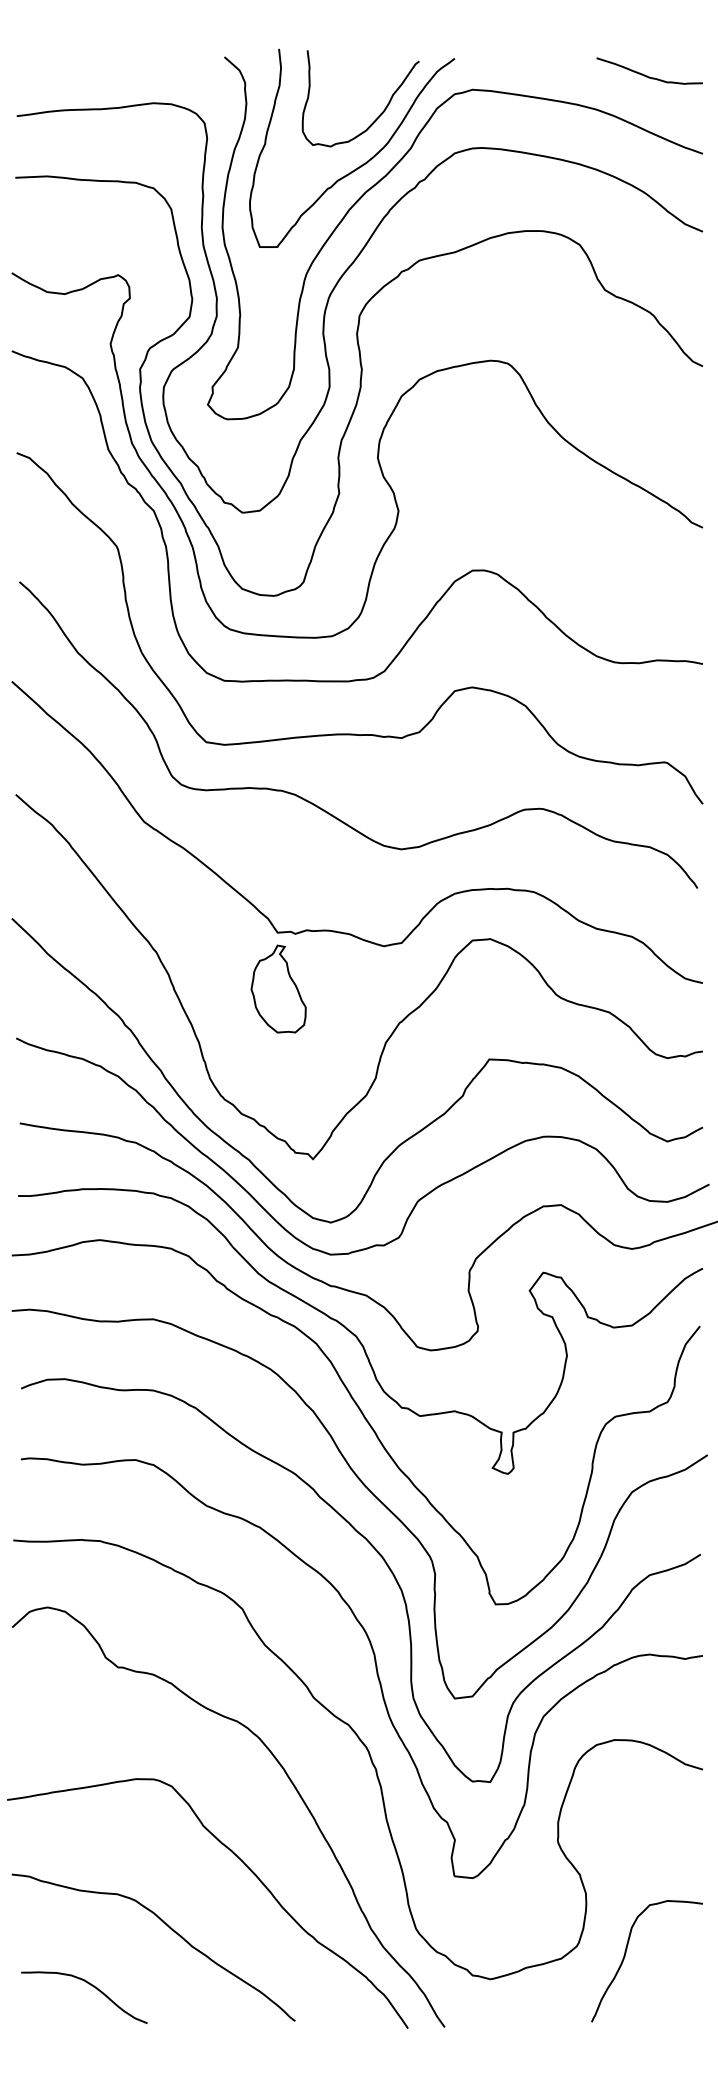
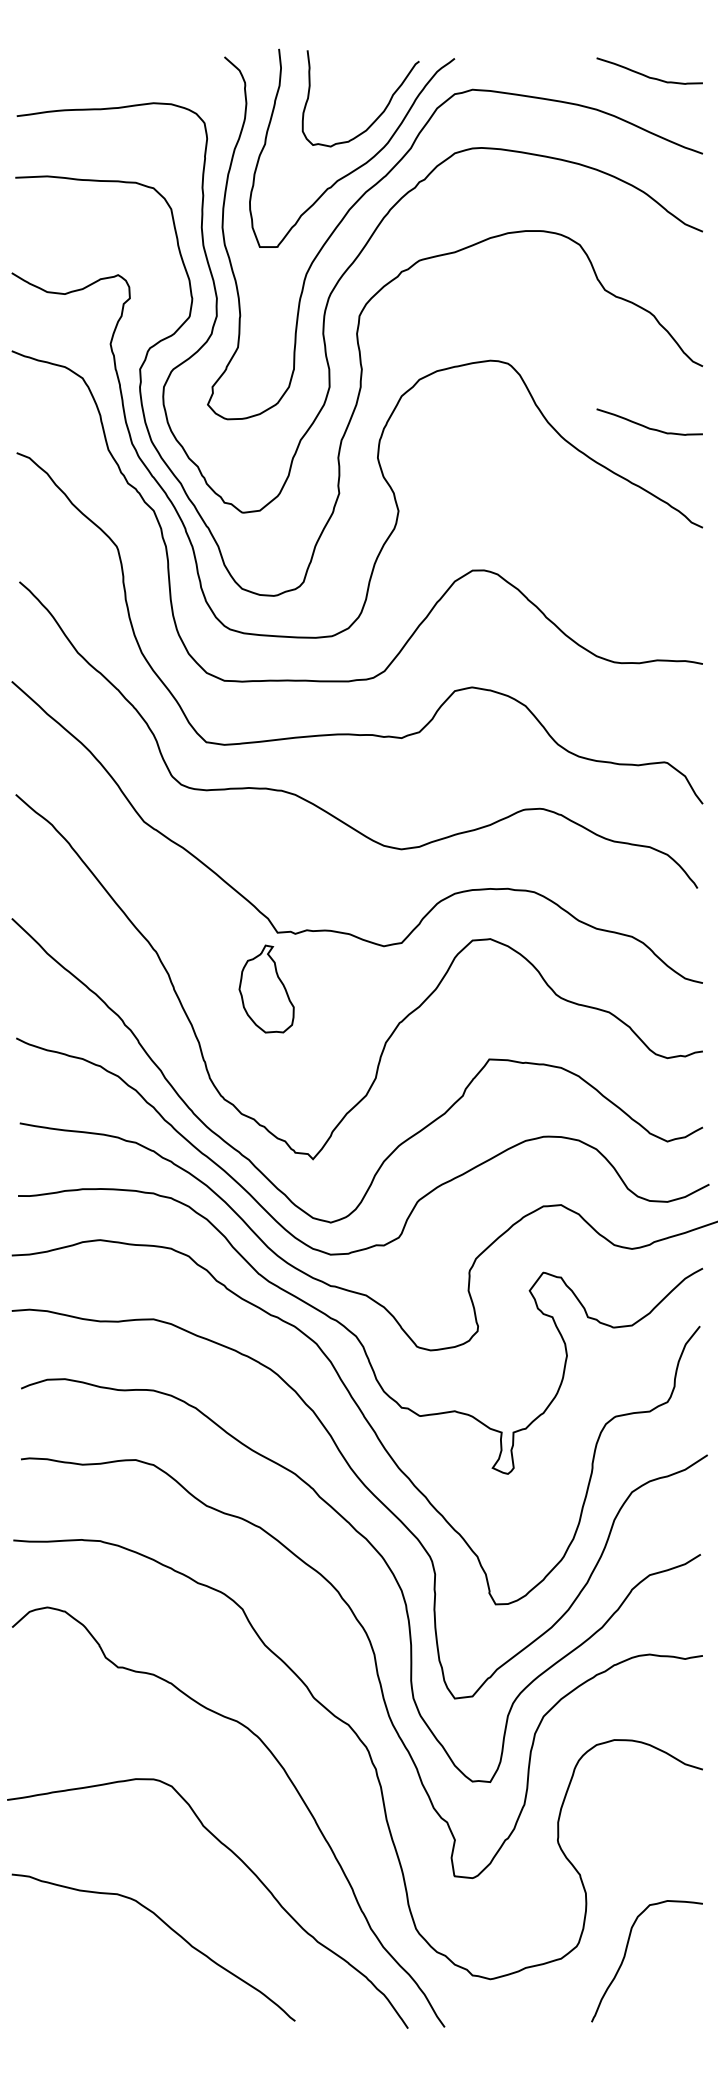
curve at (647, 426): none -> present
part at (278, 988) position: (278, 988) -> (266, 988)
curve at (90, 1985): present -> none
